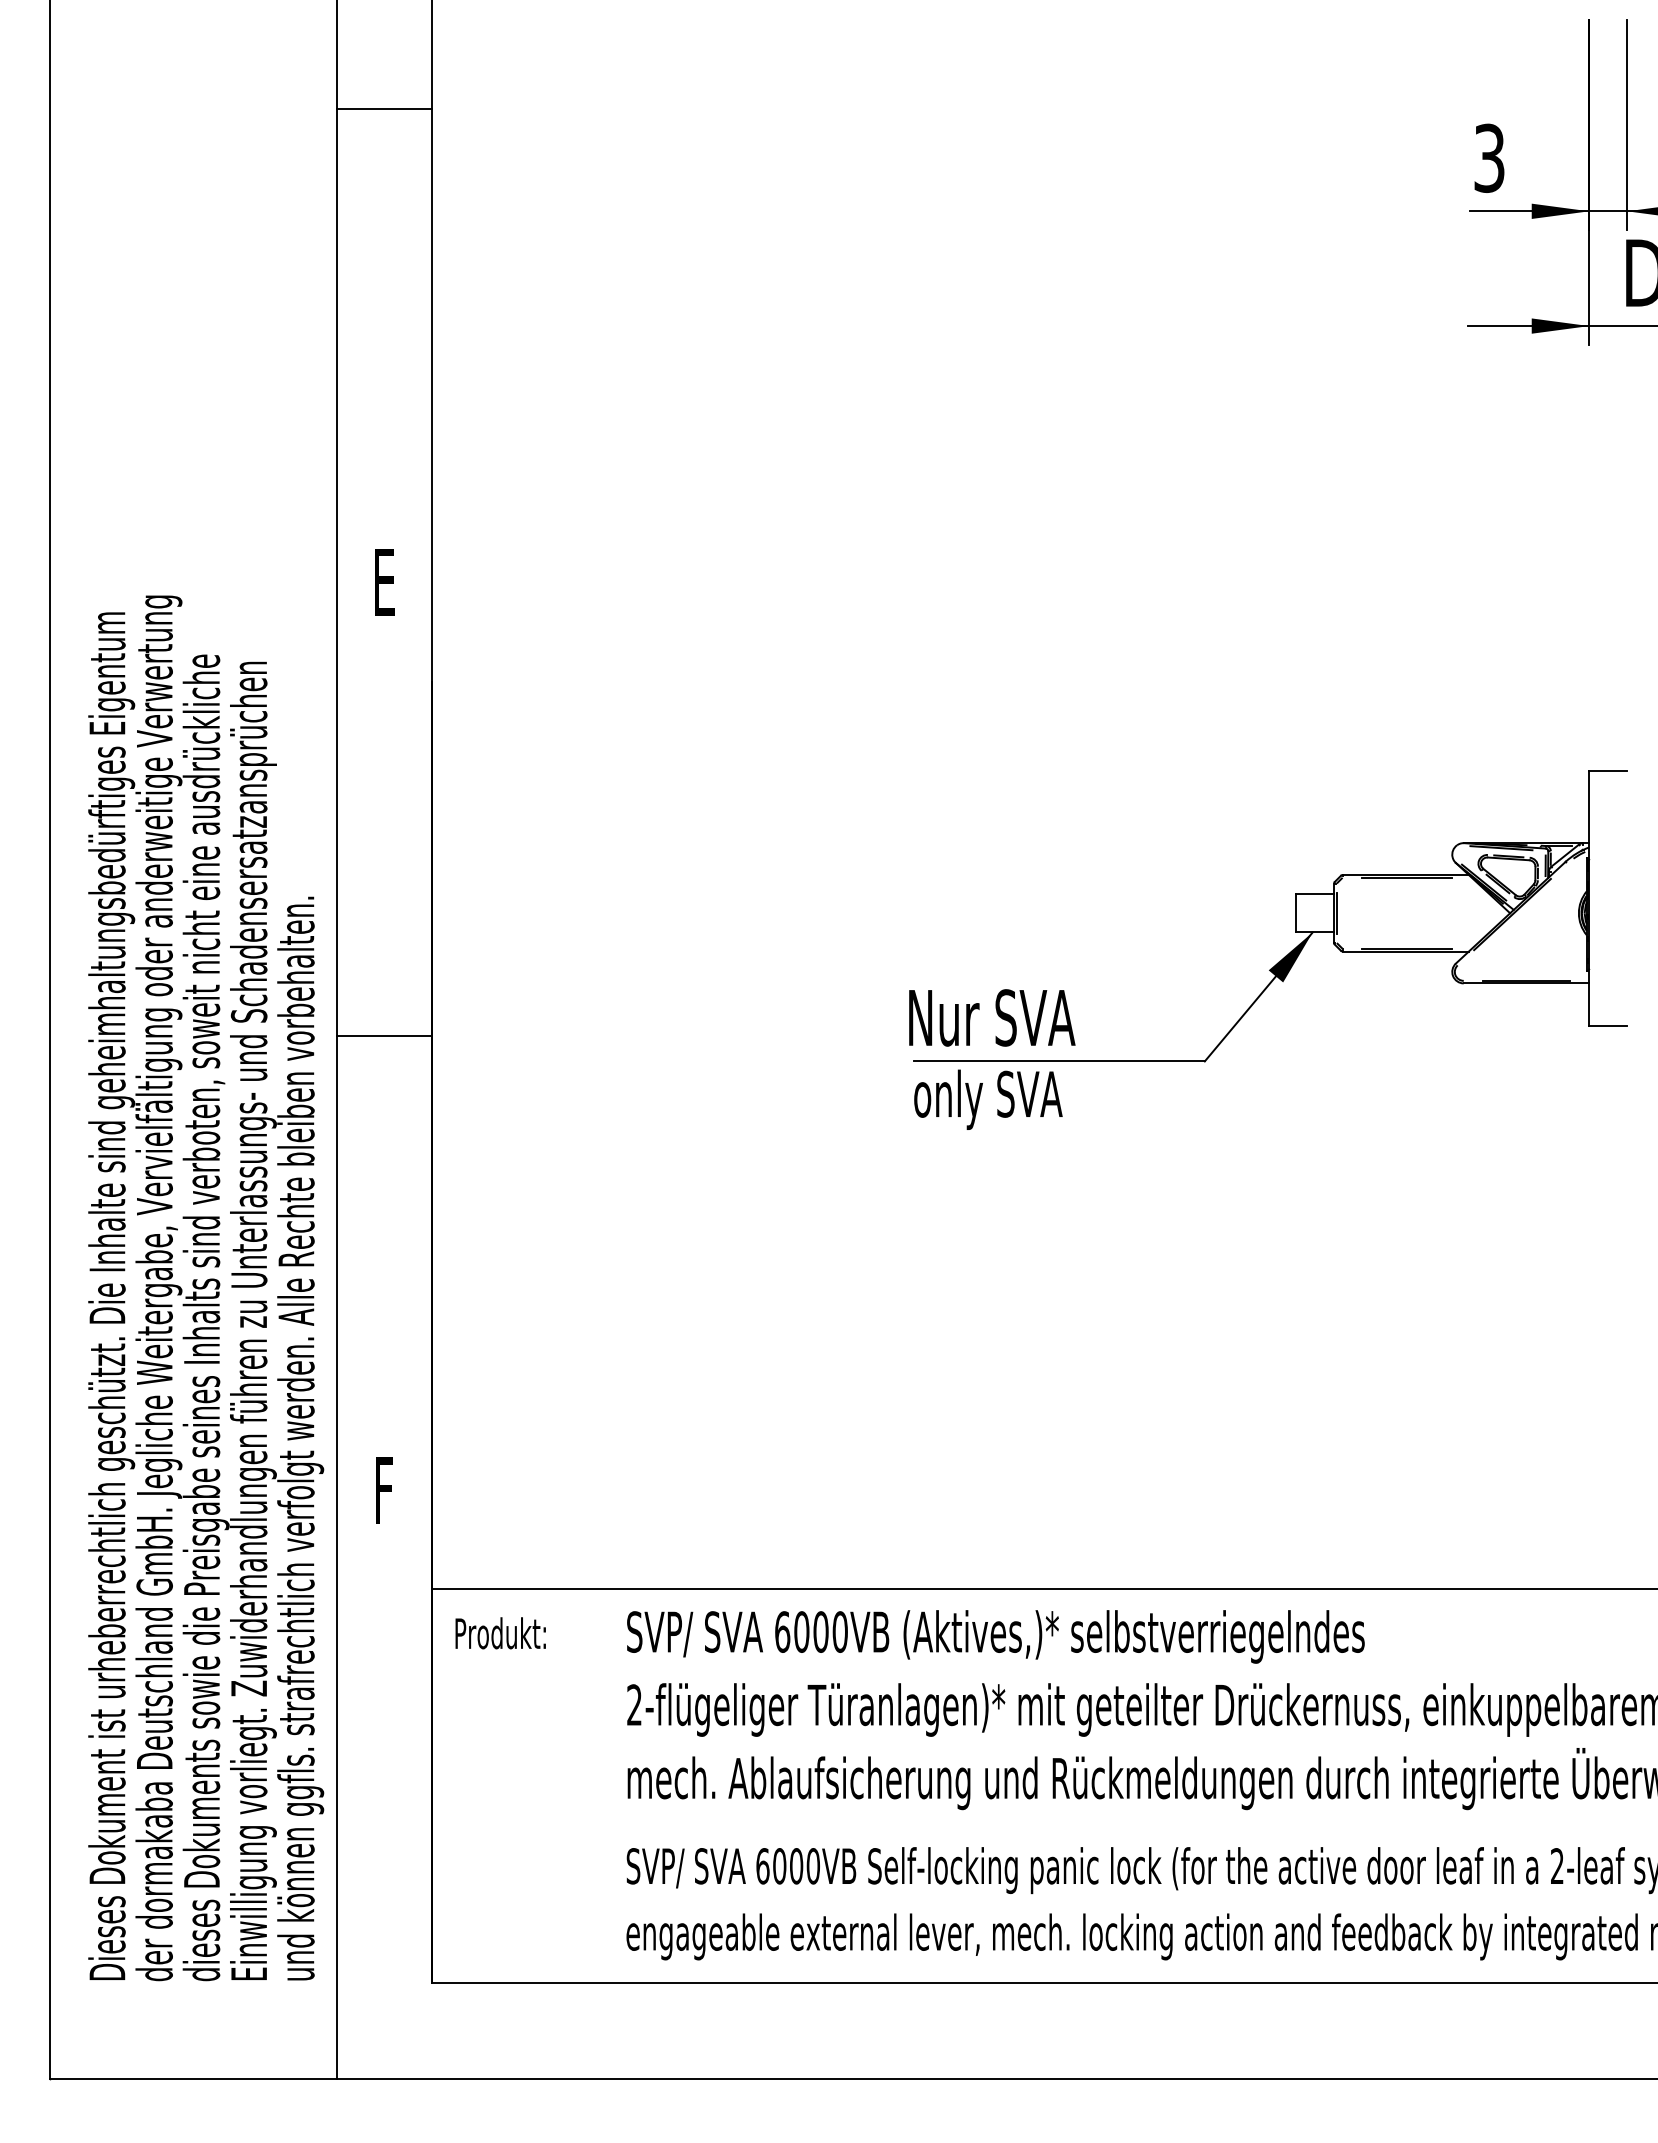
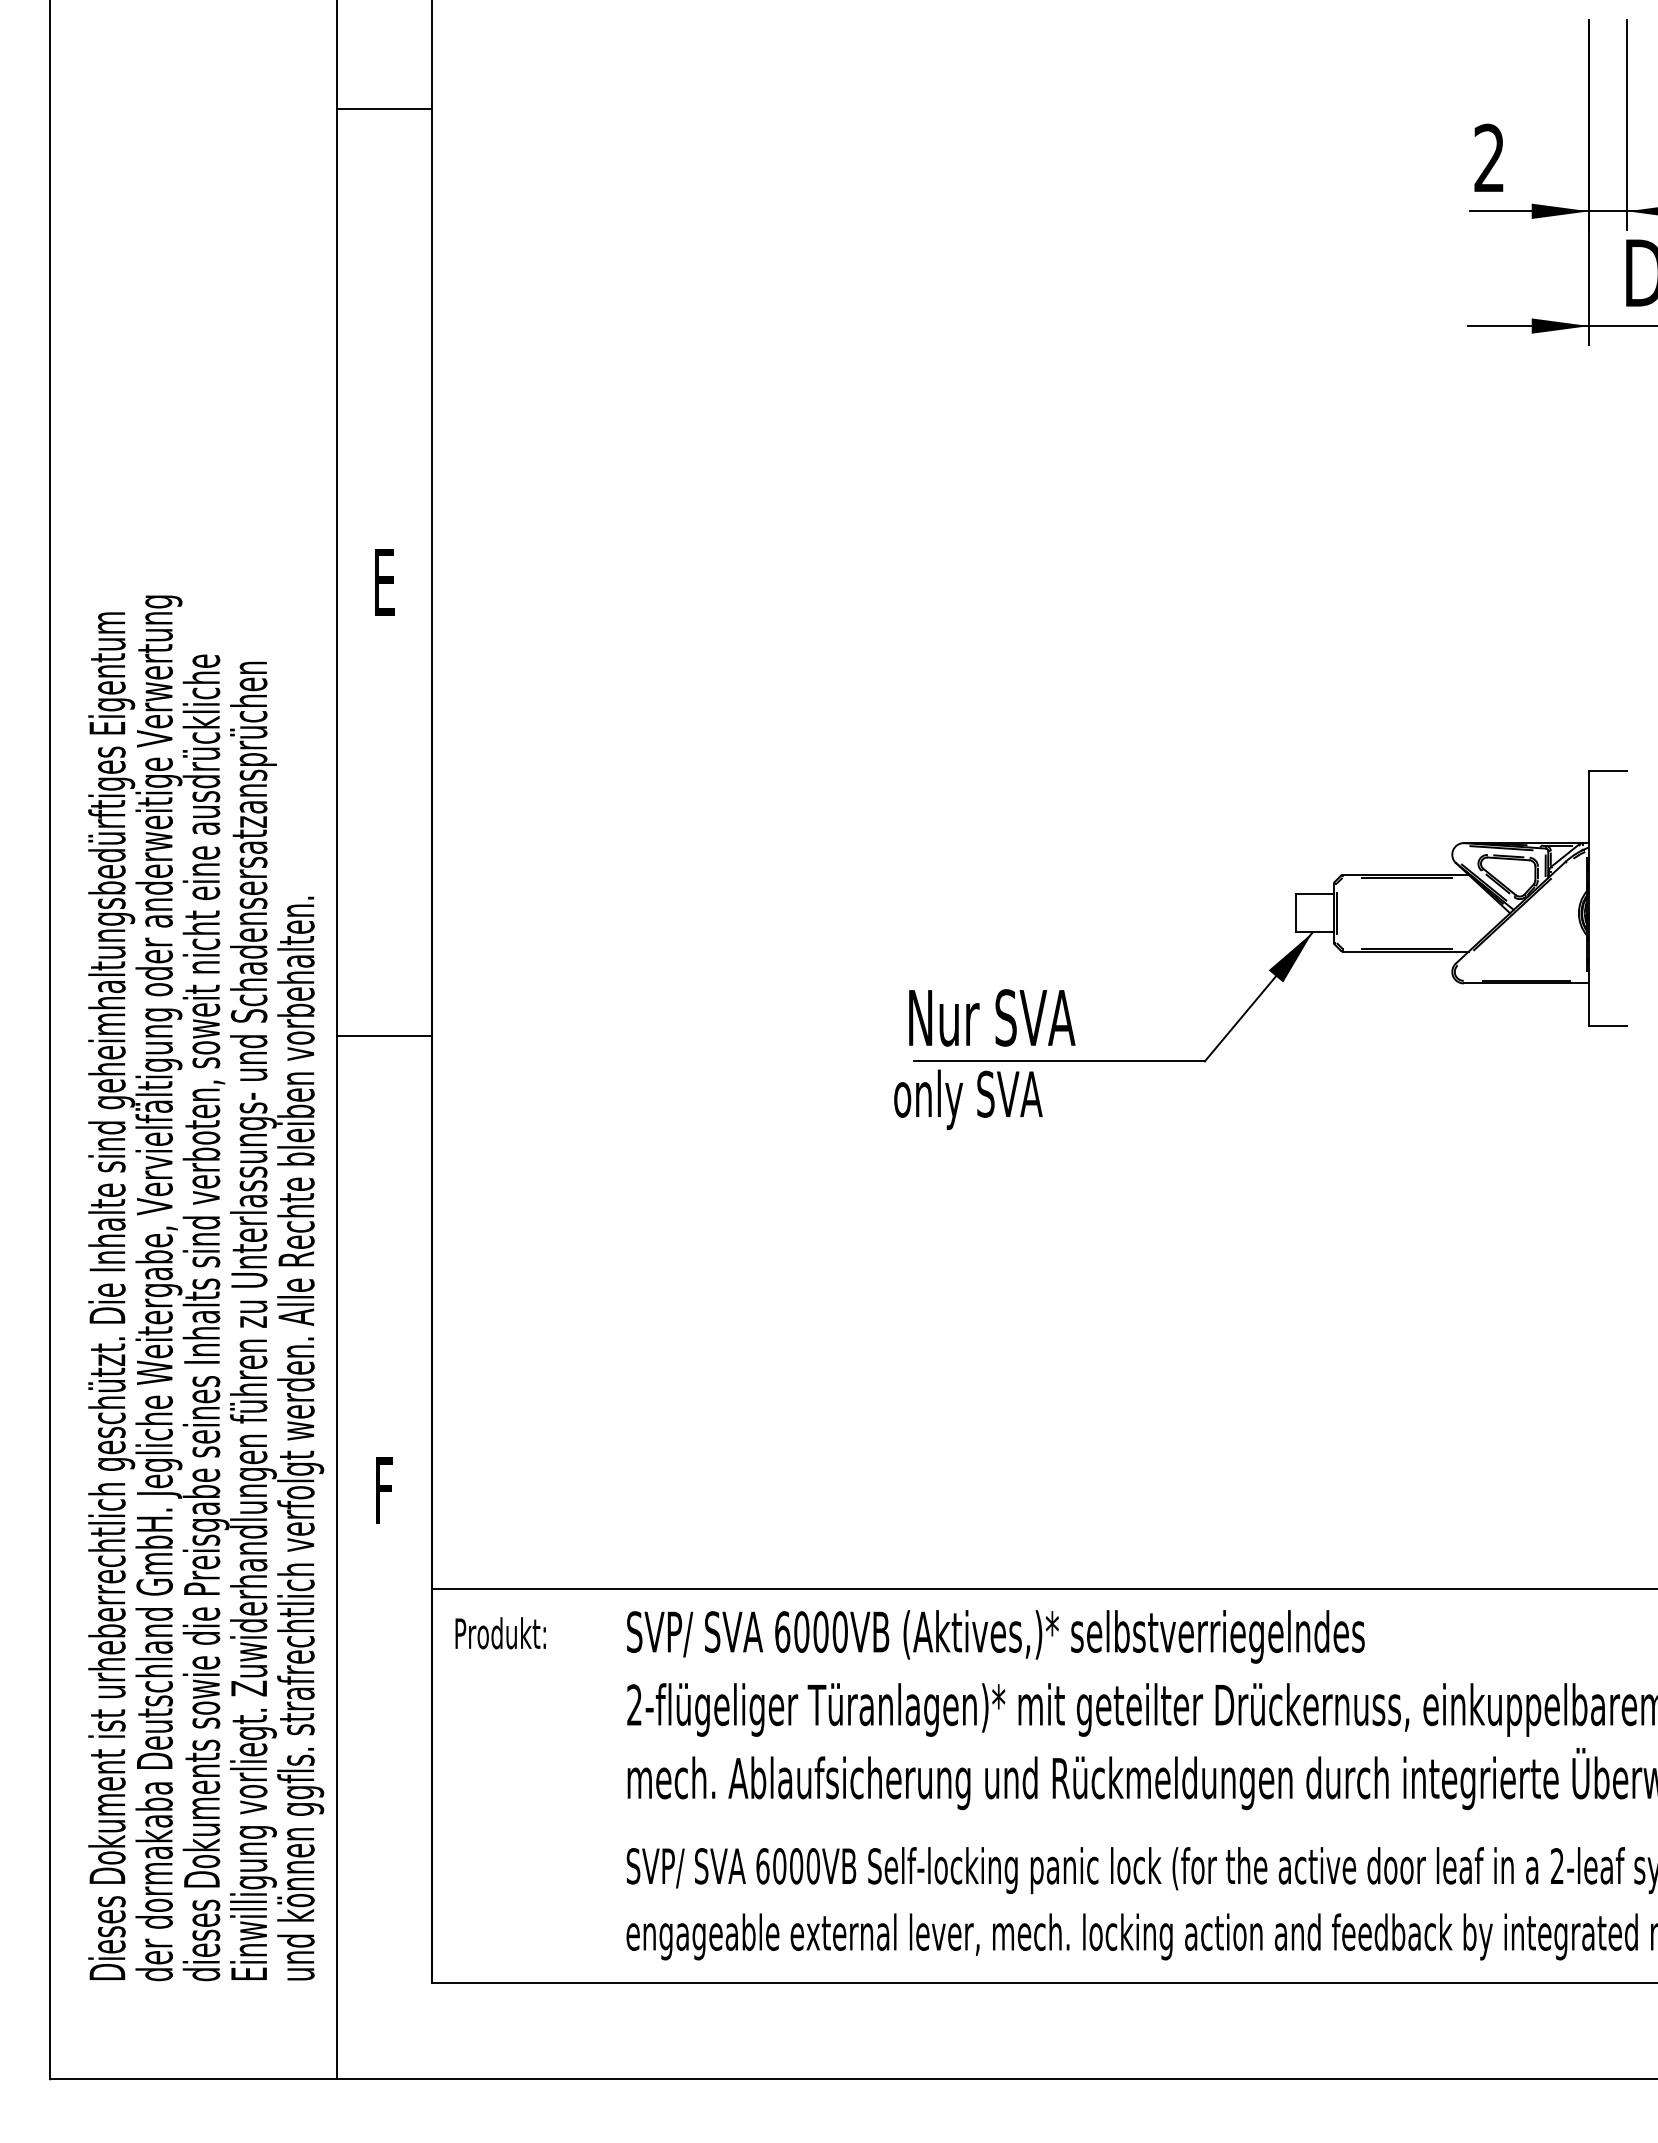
text at (1489, 157): 3 -> 2
text at (988, 1099) position: (988, 1099) -> (968, 1099)
